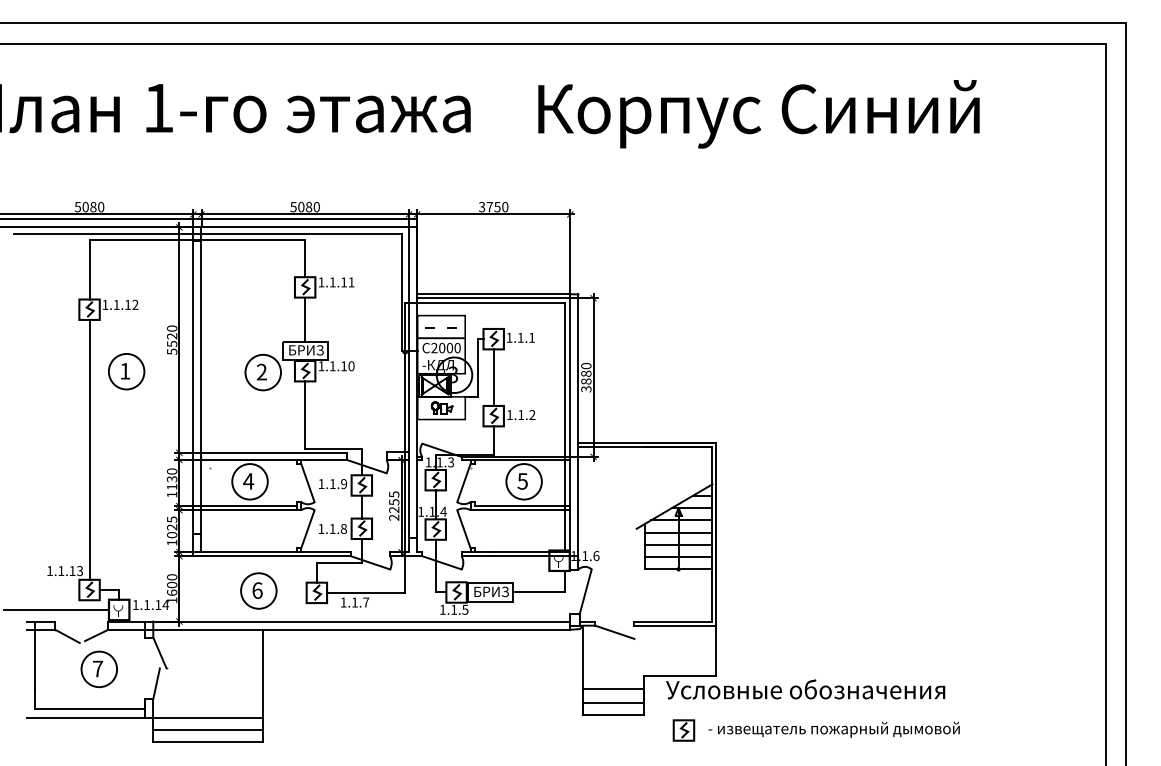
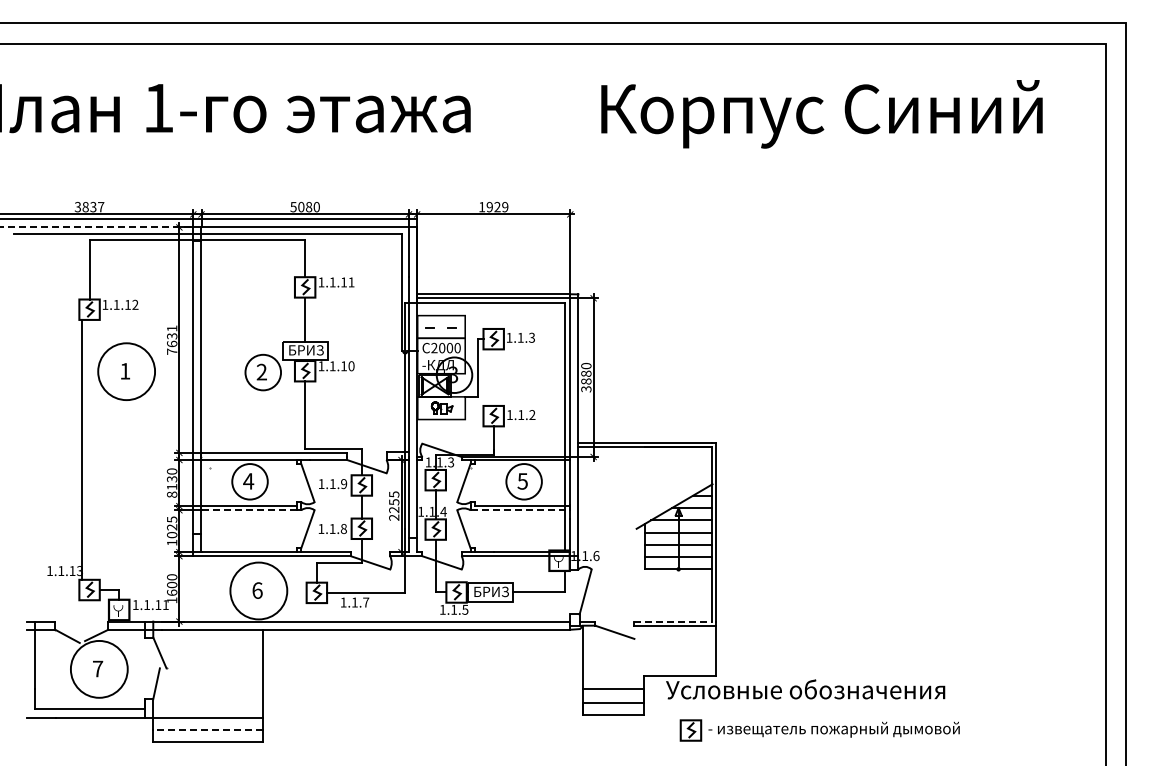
text at (758, 114) position: (758, 114) -> (821, 114)
text at (89, 206): 5080 -> 3837
text at (493, 206): 3750 -> 1929
line at (97, 227): solid -> dashed
text at (531, 337): 1.1.1 -> 1.1.3
text at (172, 339): 5520 -> 7631
circle at (126, 371) diameter: 36 px -> 57 px
line at (493, 377): present -> none
line at (89, 449) position: (89, 449) -> (81, 449)
text at (172, 494): 1130 -> 8130
line at (249, 510): solid -> dashed
line at (520, 510): solid -> dashed
circle at (258, 590) diameter: 36 px -> 57 px
text at (165, 604): 1.1.14 -> 1.1.11
line at (56, 609): present -> none
line at (673, 621): solid -> dashed
circle at (99, 669) diameter: 36 px -> 57 px
line at (207, 729): solid -> dashed
part at (683, 730) position: (683, 730) -> (690, 730)
